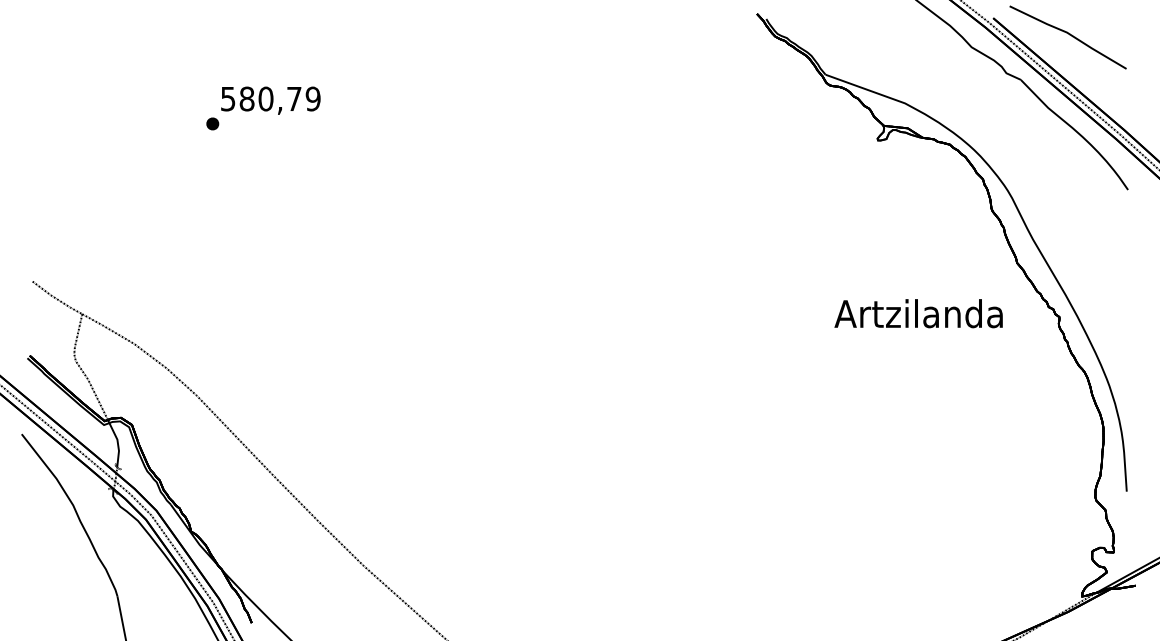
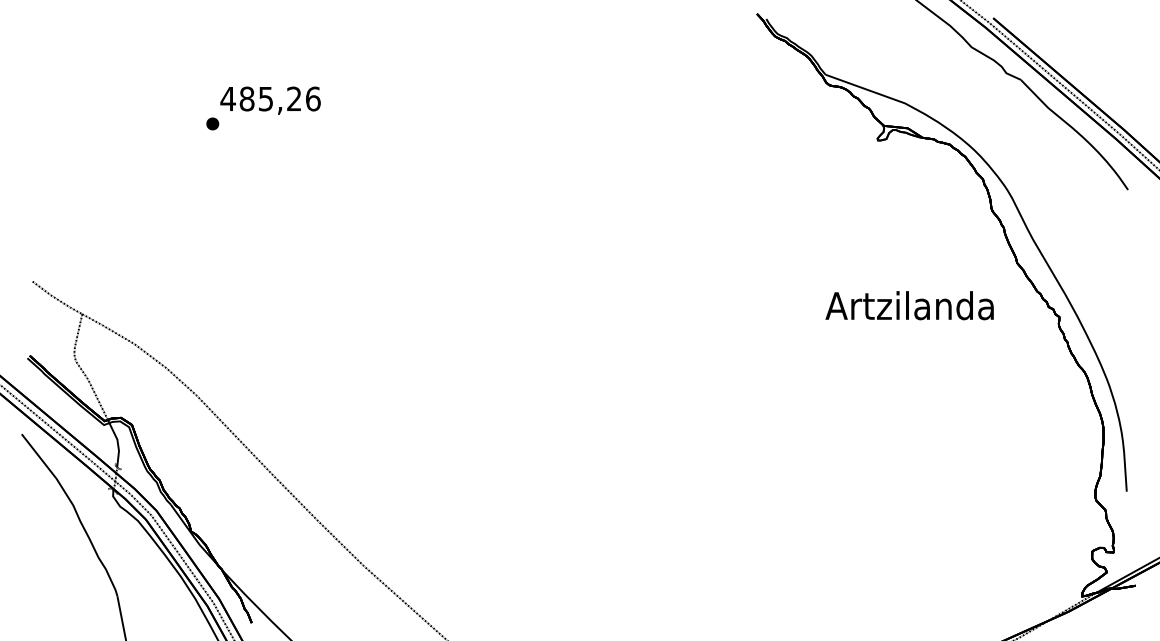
line at (1069, 35): present -> none
text at (270, 98): 580,79 -> 485,26
text at (918, 313) position: (918, 313) -> (909, 305)
